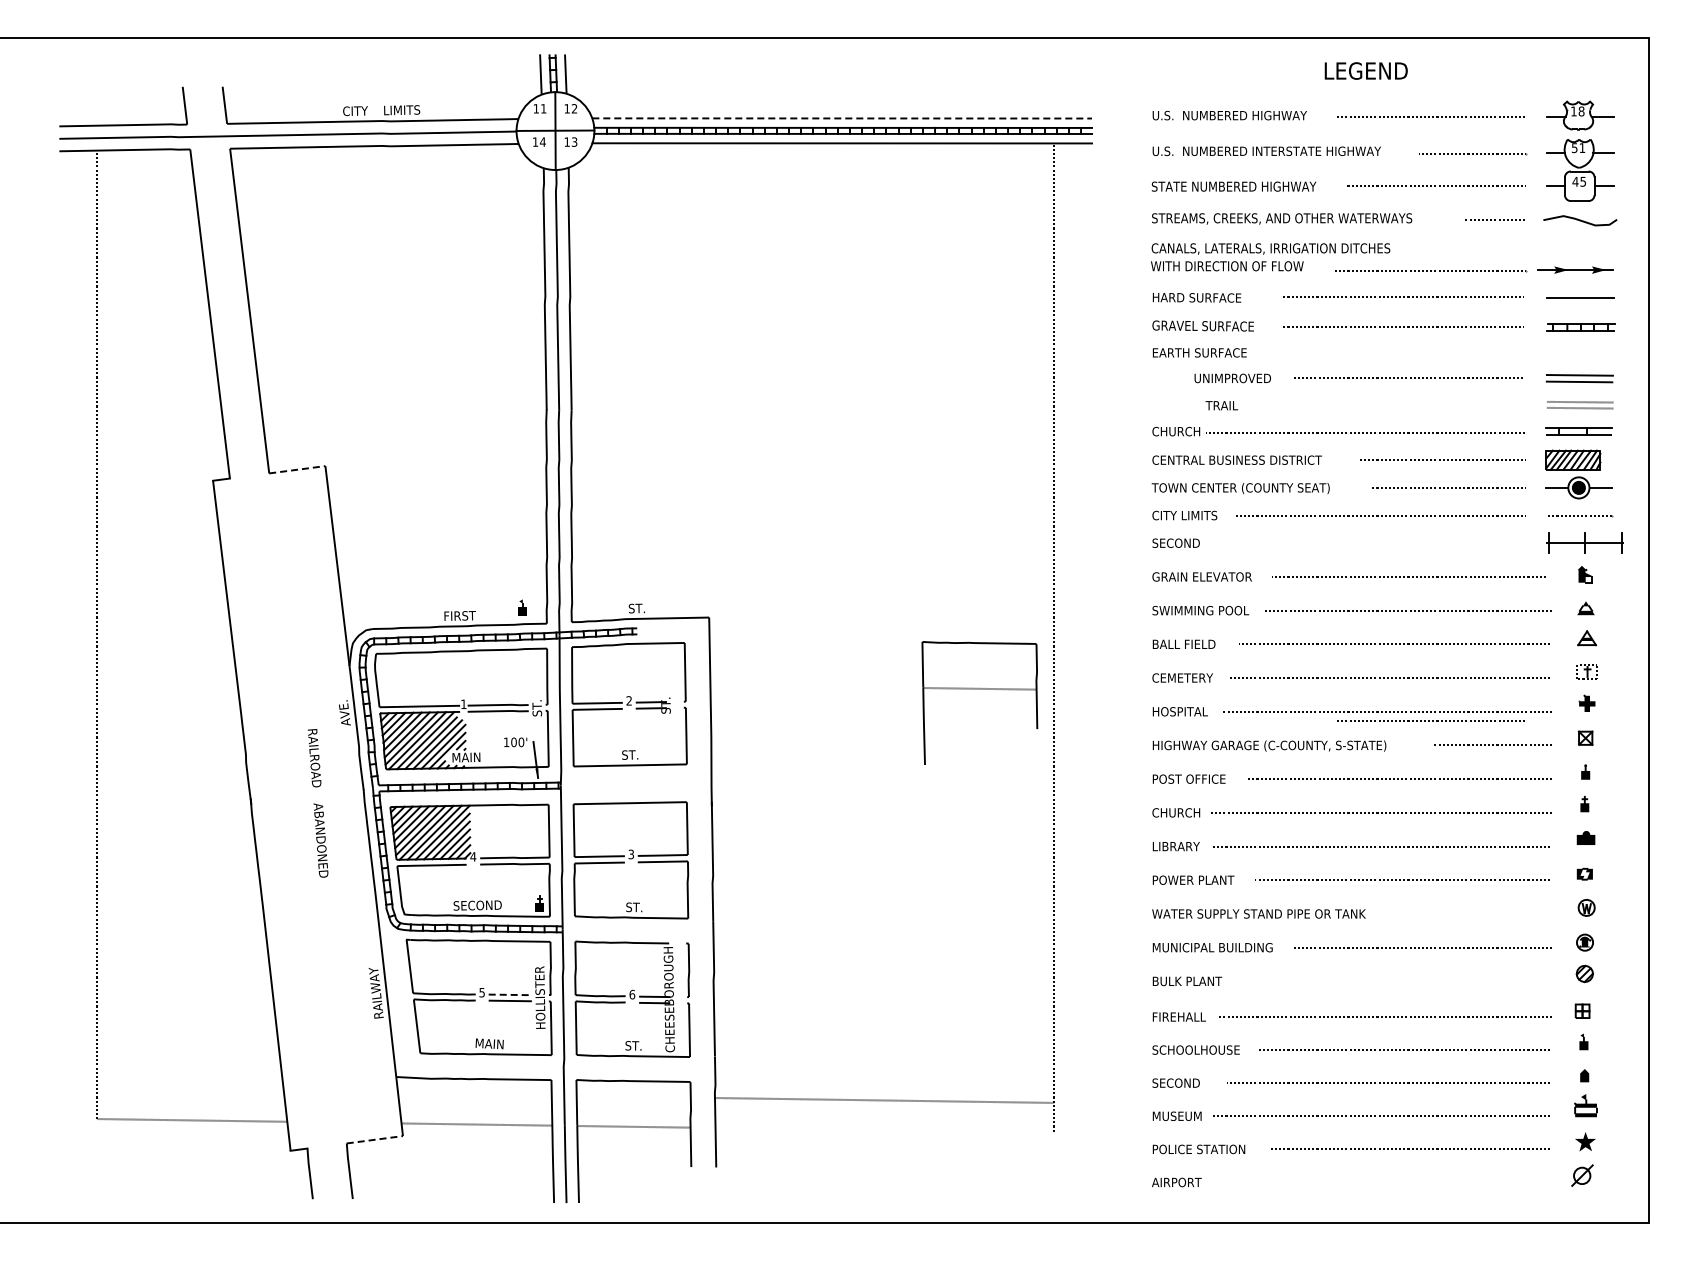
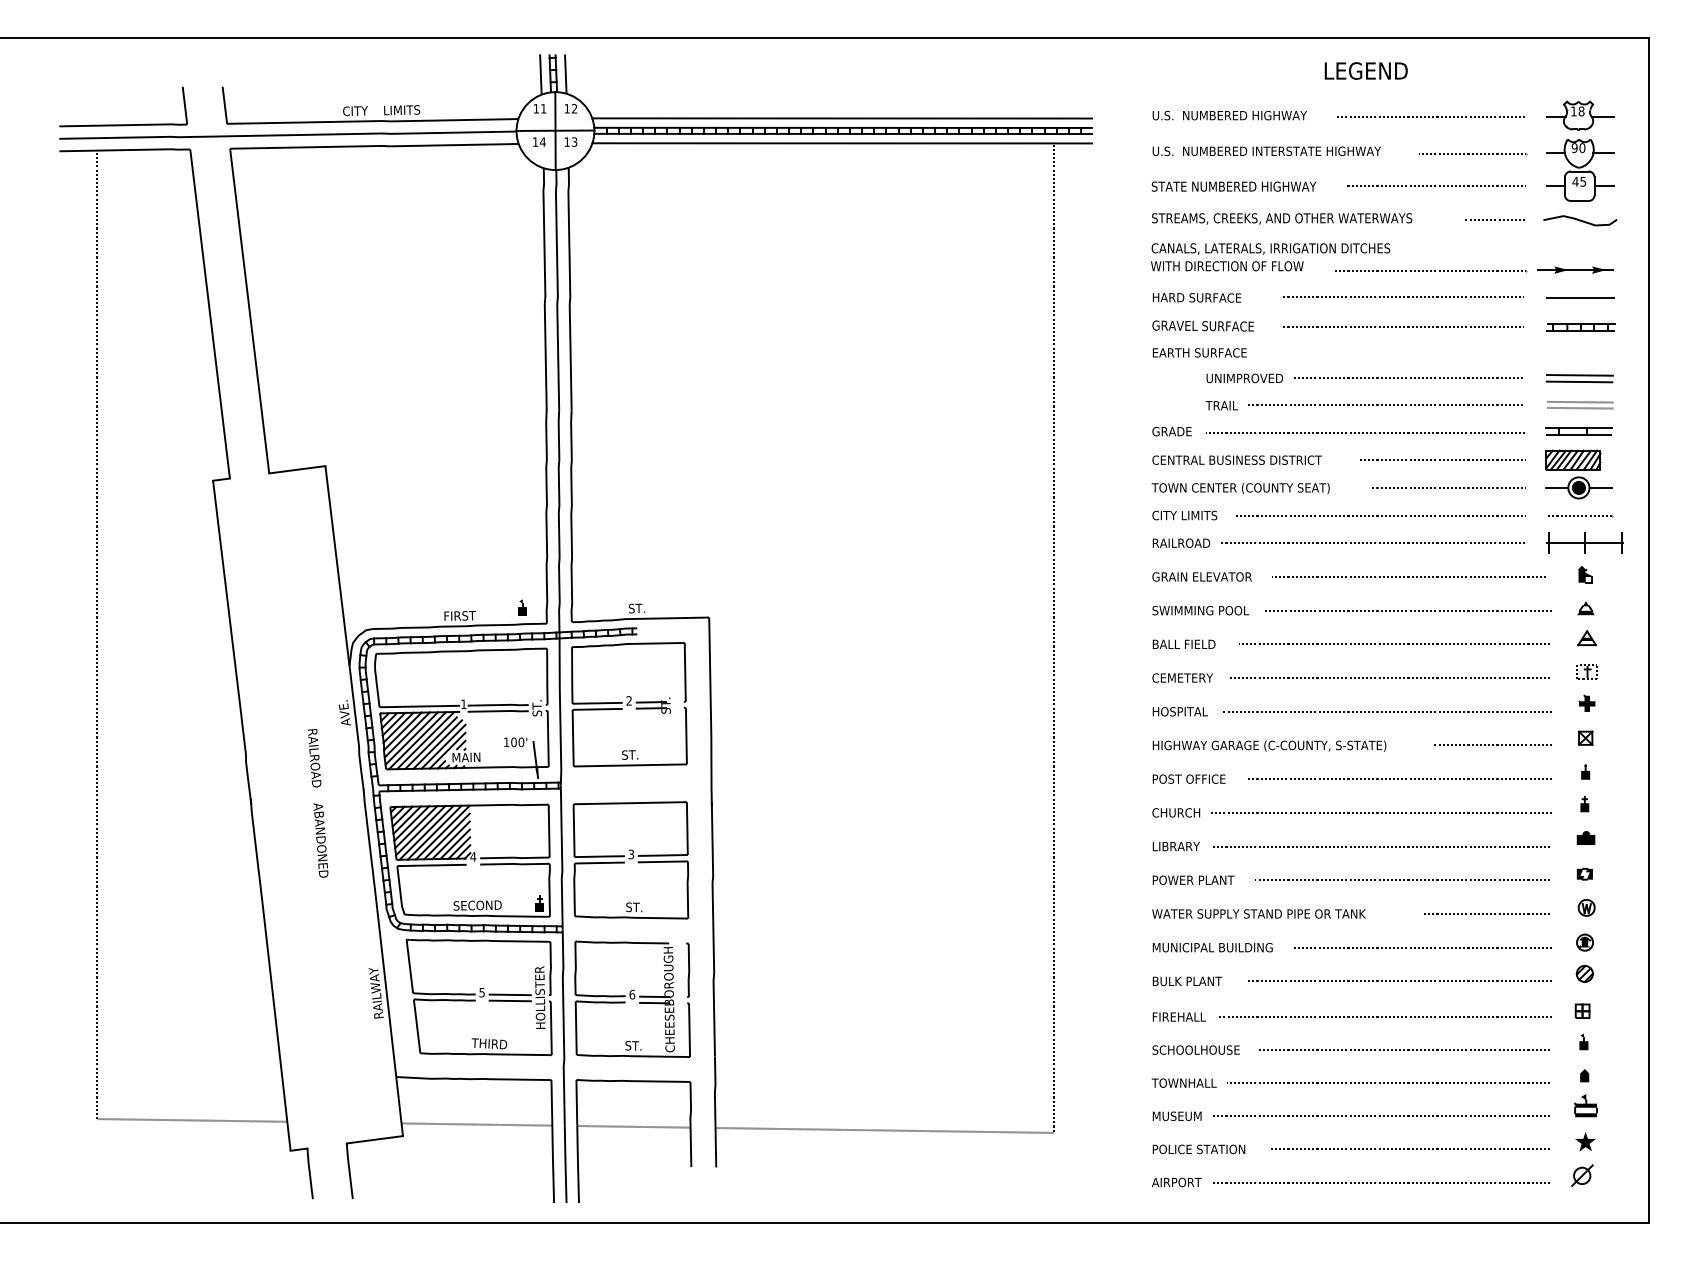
line at (842, 118): dashed -> solid
text at (1578, 148): 51 -> 90
text at (1232, 378) position: (1232, 378) -> (1244, 378)
line at (1385, 404): none -> present
text at (1178, 431): CHURCH -> GRADE
line at (297, 469): dashed -> solid
text at (1181, 542): SECOND -> RAILROAD
line at (1373, 543): none -> present
part at (979, 689): present -> none
line at (1429, 720): present -> none
line at (1486, 913): none -> present
line at (1399, 981): none -> present
line at (510, 994): dashed -> solid
text at (489, 1043): MAIN -> THIRD
text at (1183, 1082): SECOND -> TOWNHALL
line at (884, 1100) position: (884, 1100) -> (884, 1130)
line at (375, 1139): dashed -> solid
line at (1382, 1182): none -> present
